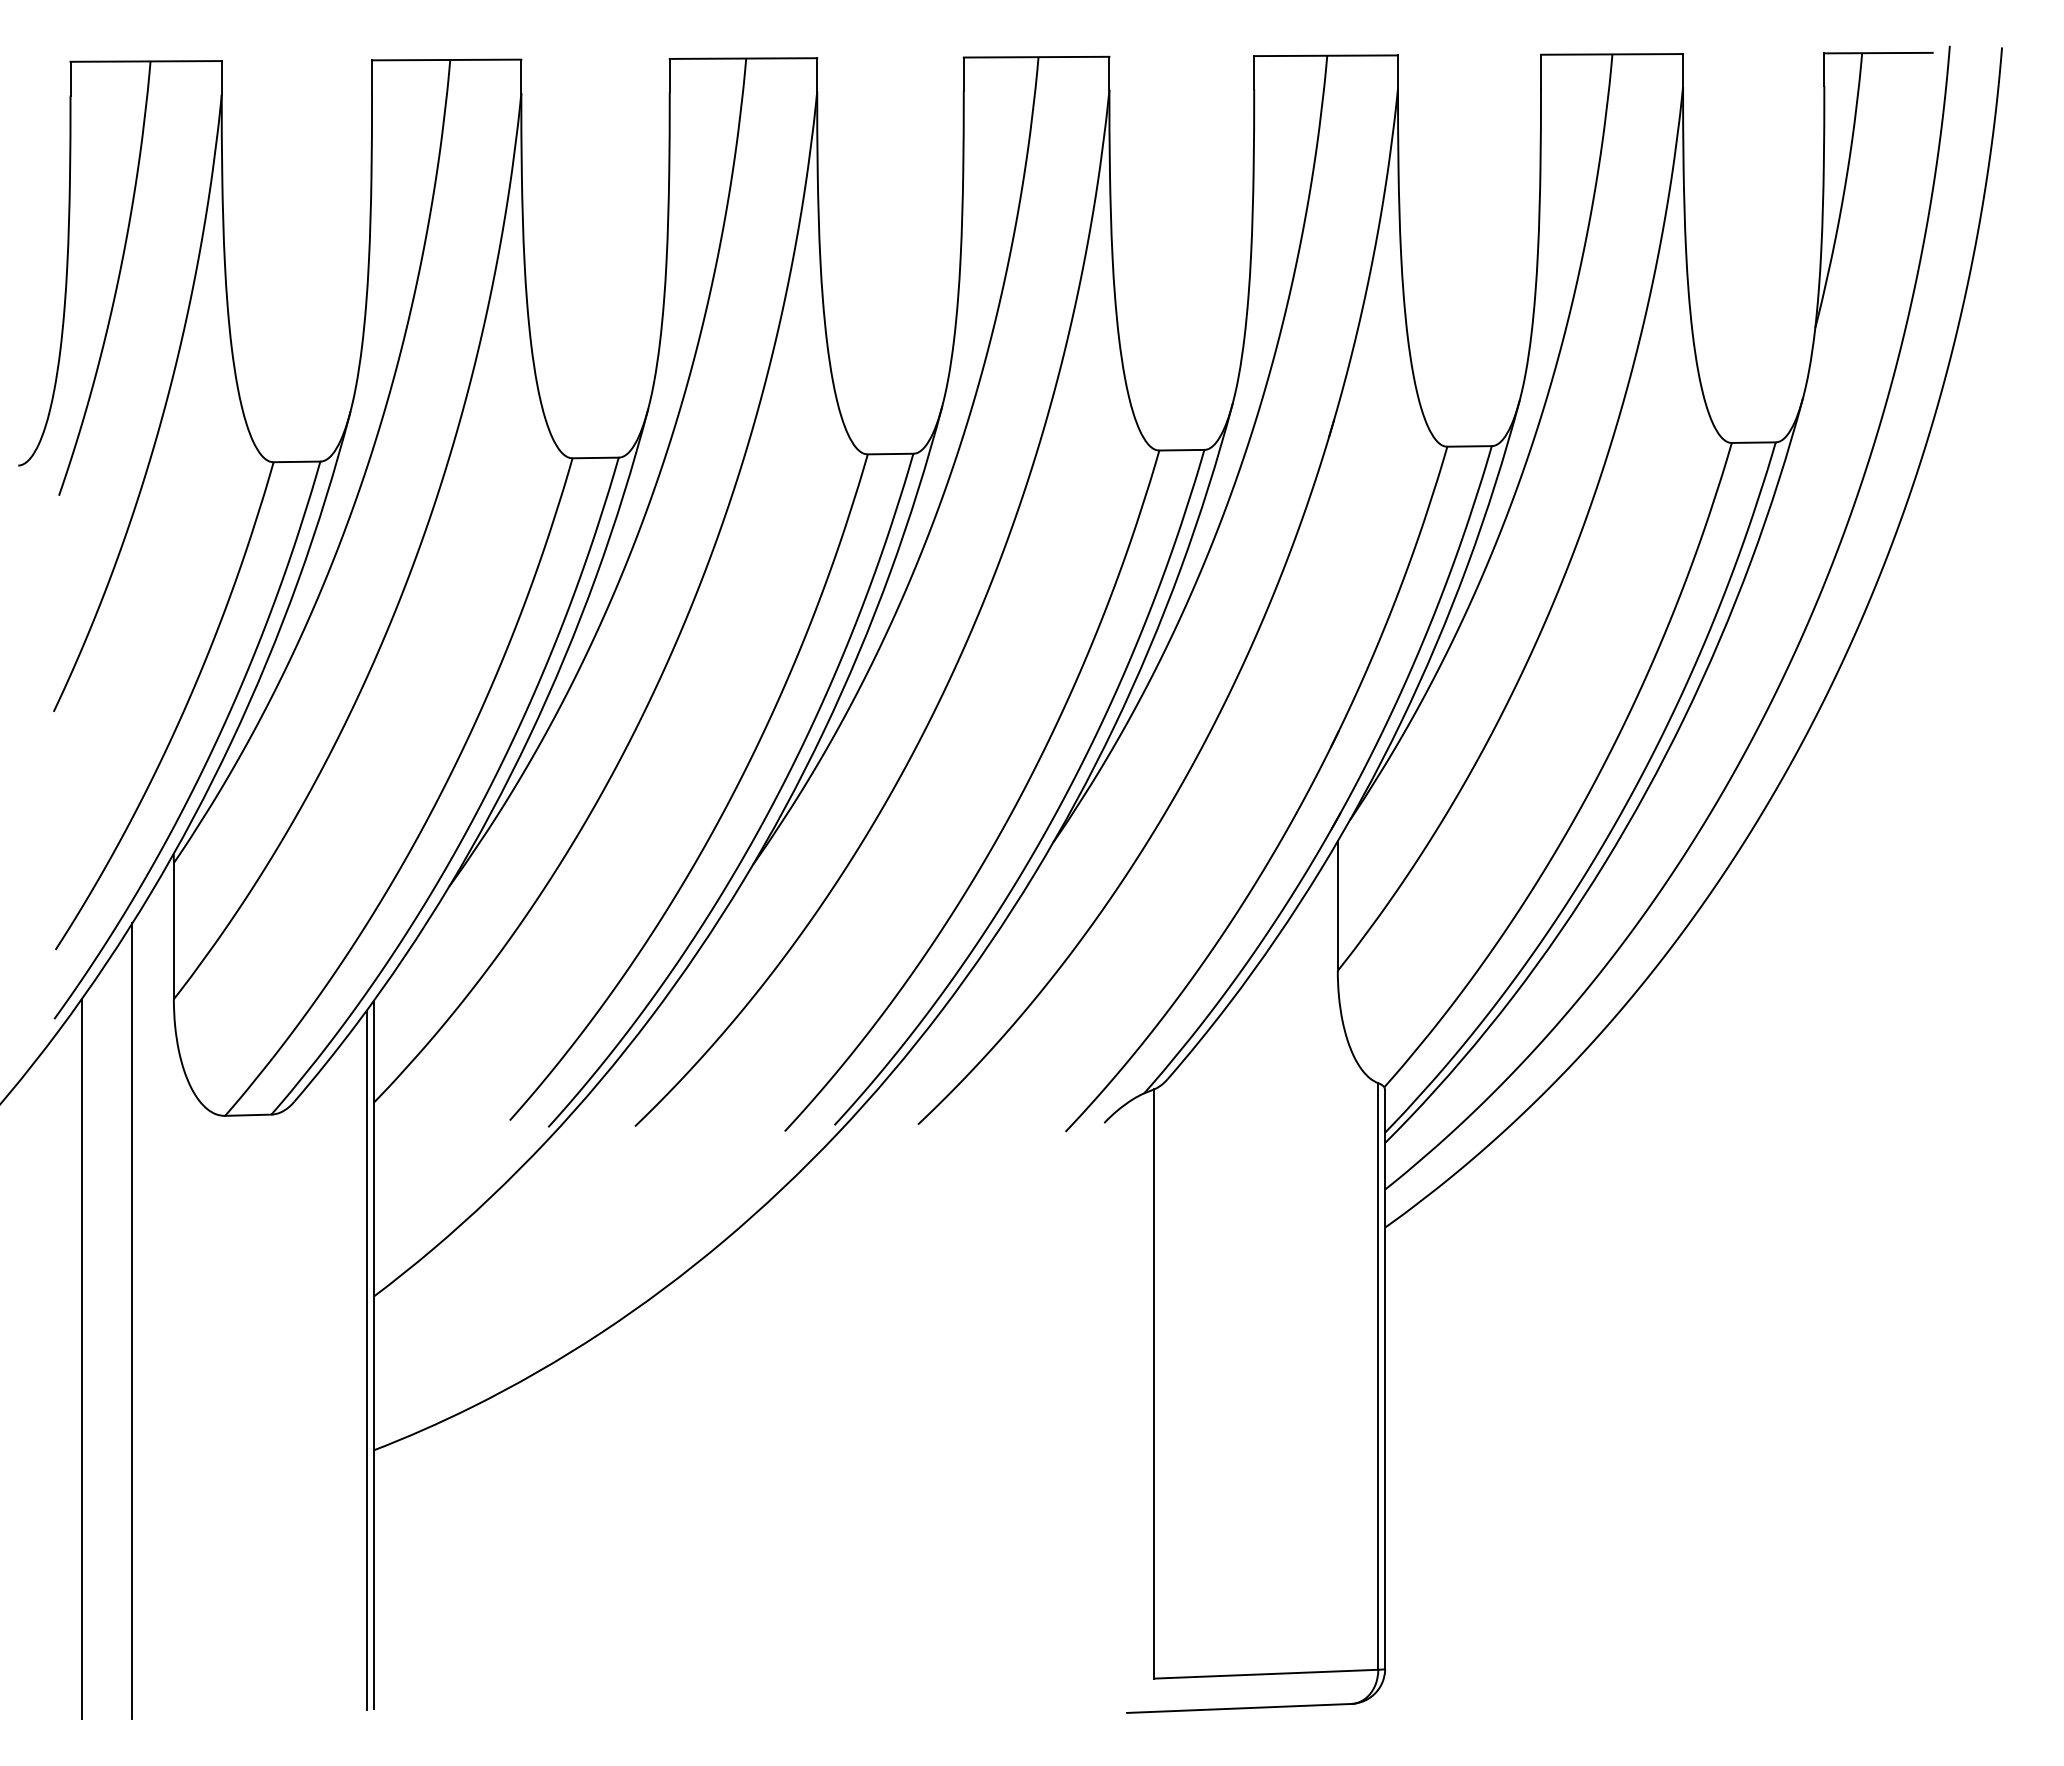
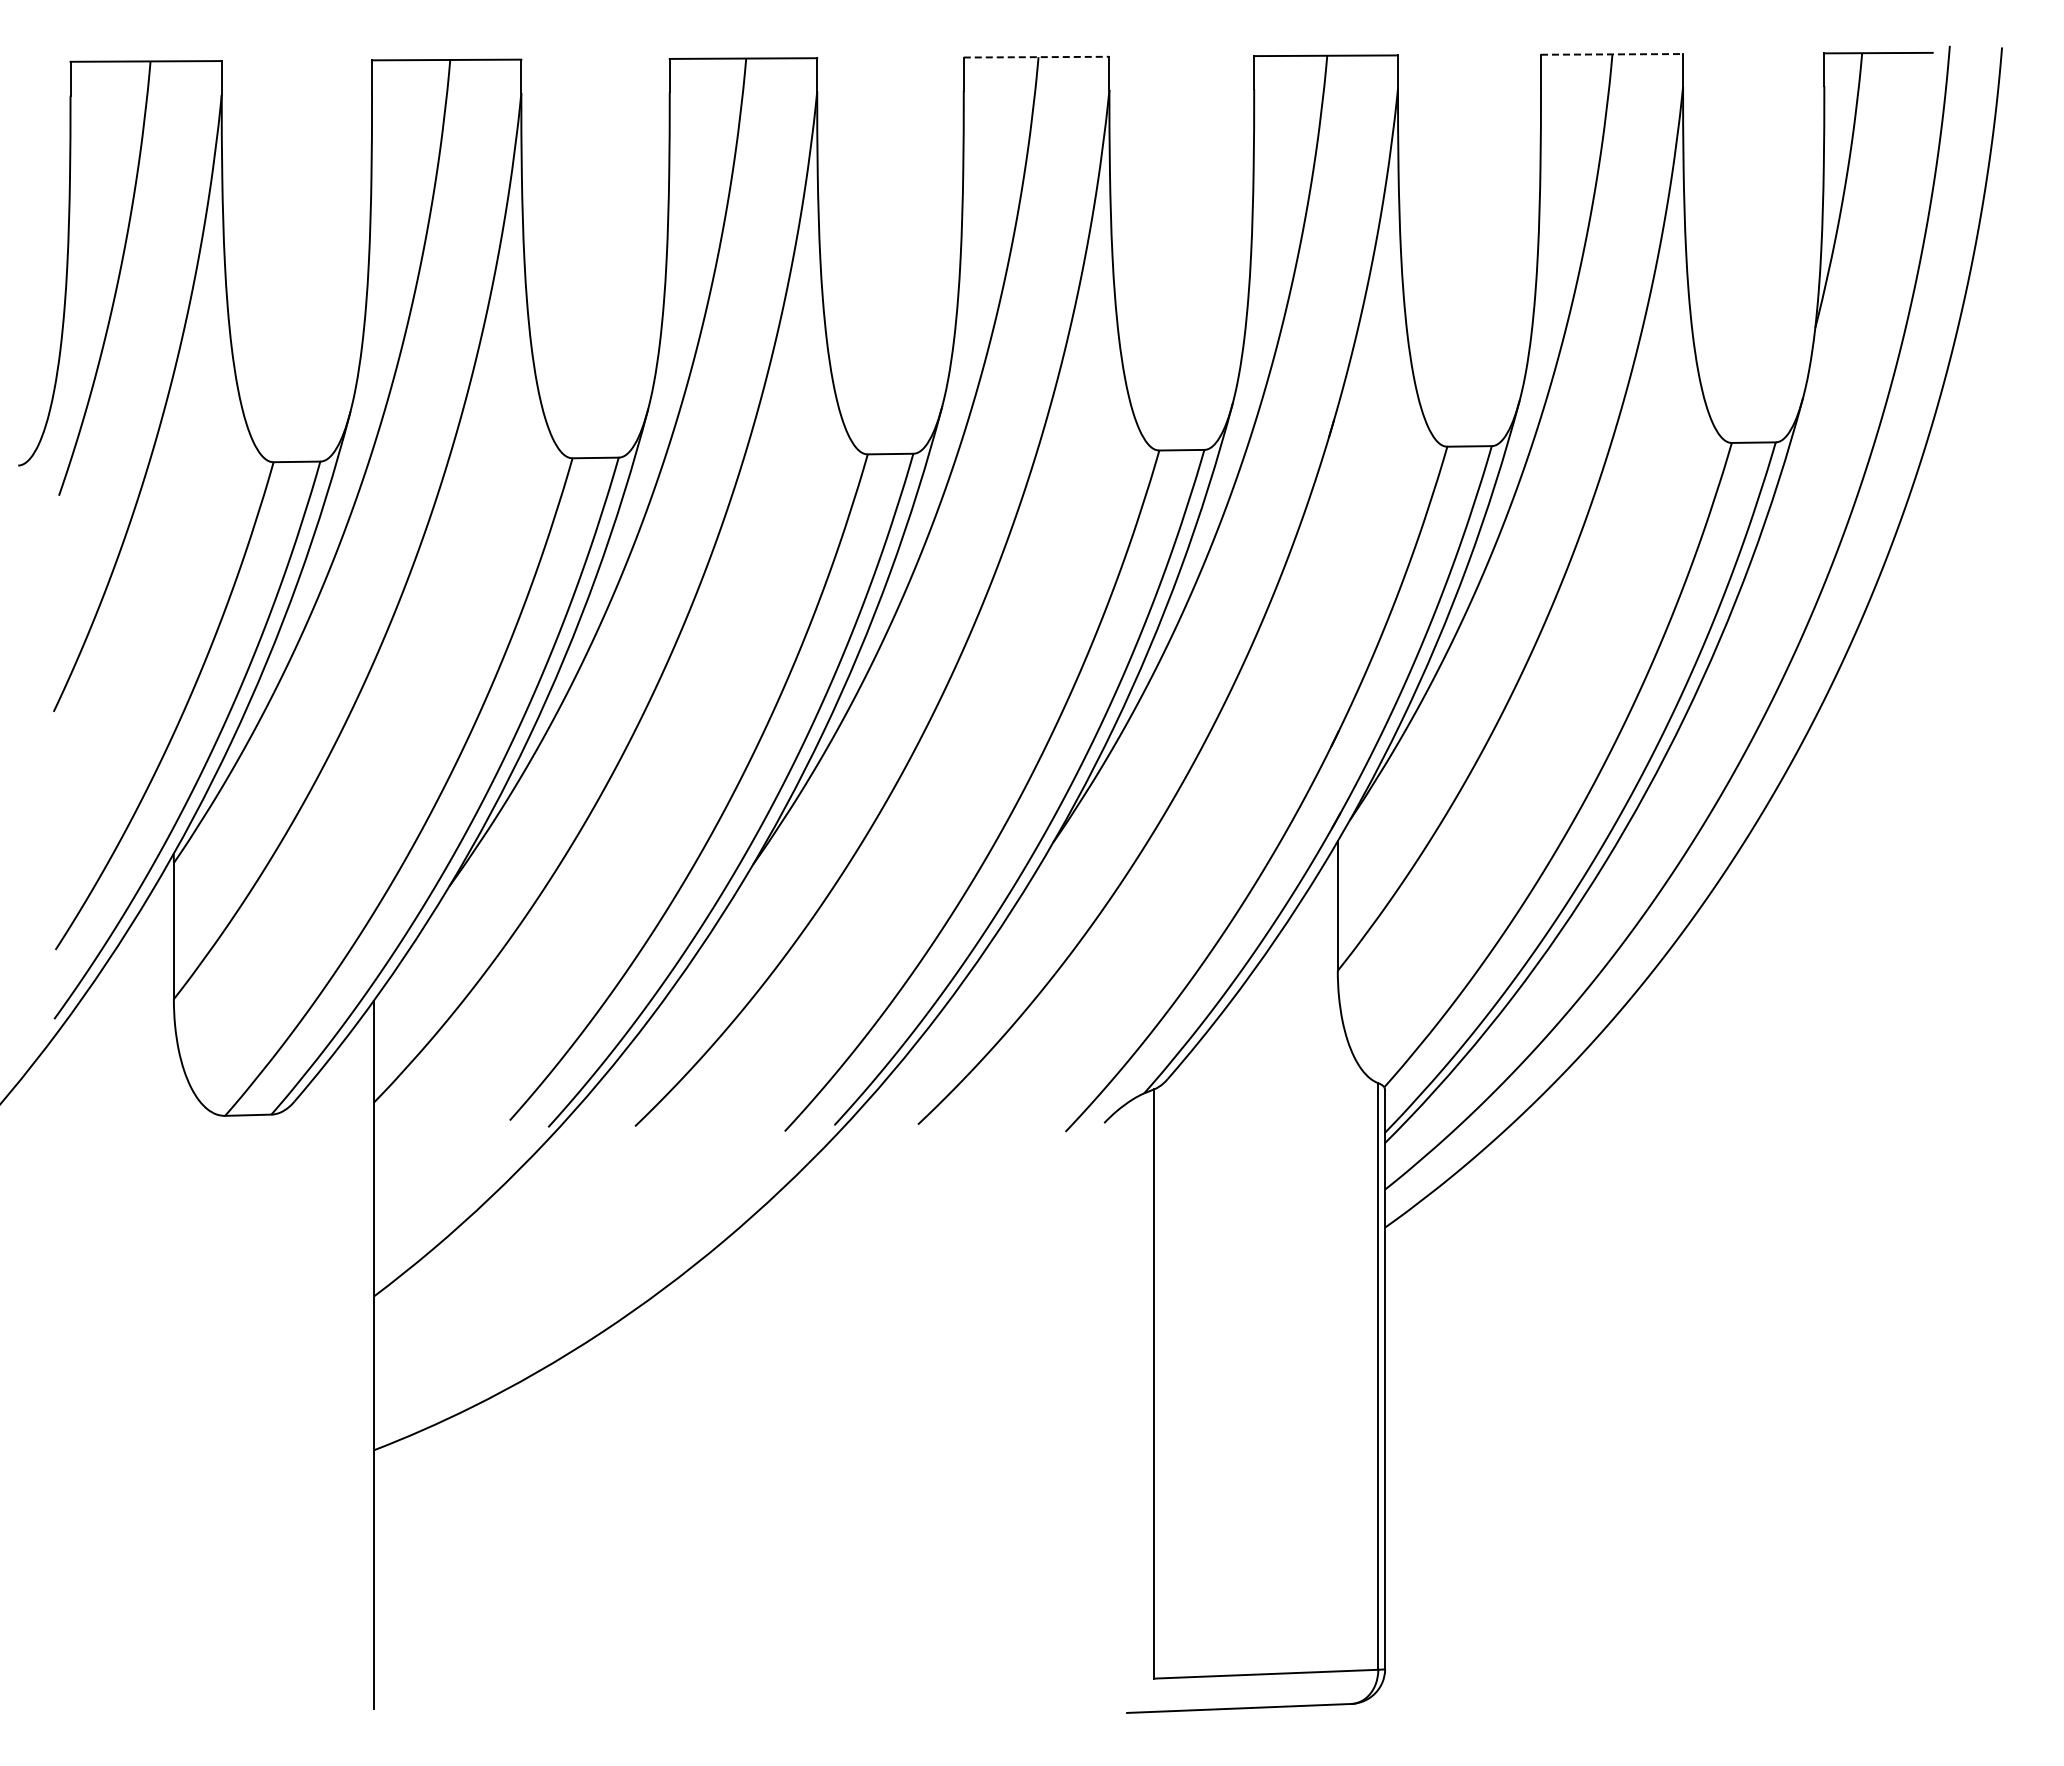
line at (1612, 54): solid -> dashed
line at (1036, 57): solid -> dashed
line at (132, 1320): present -> none
line at (81, 1358): present -> none
line at (366, 1359): present -> none
